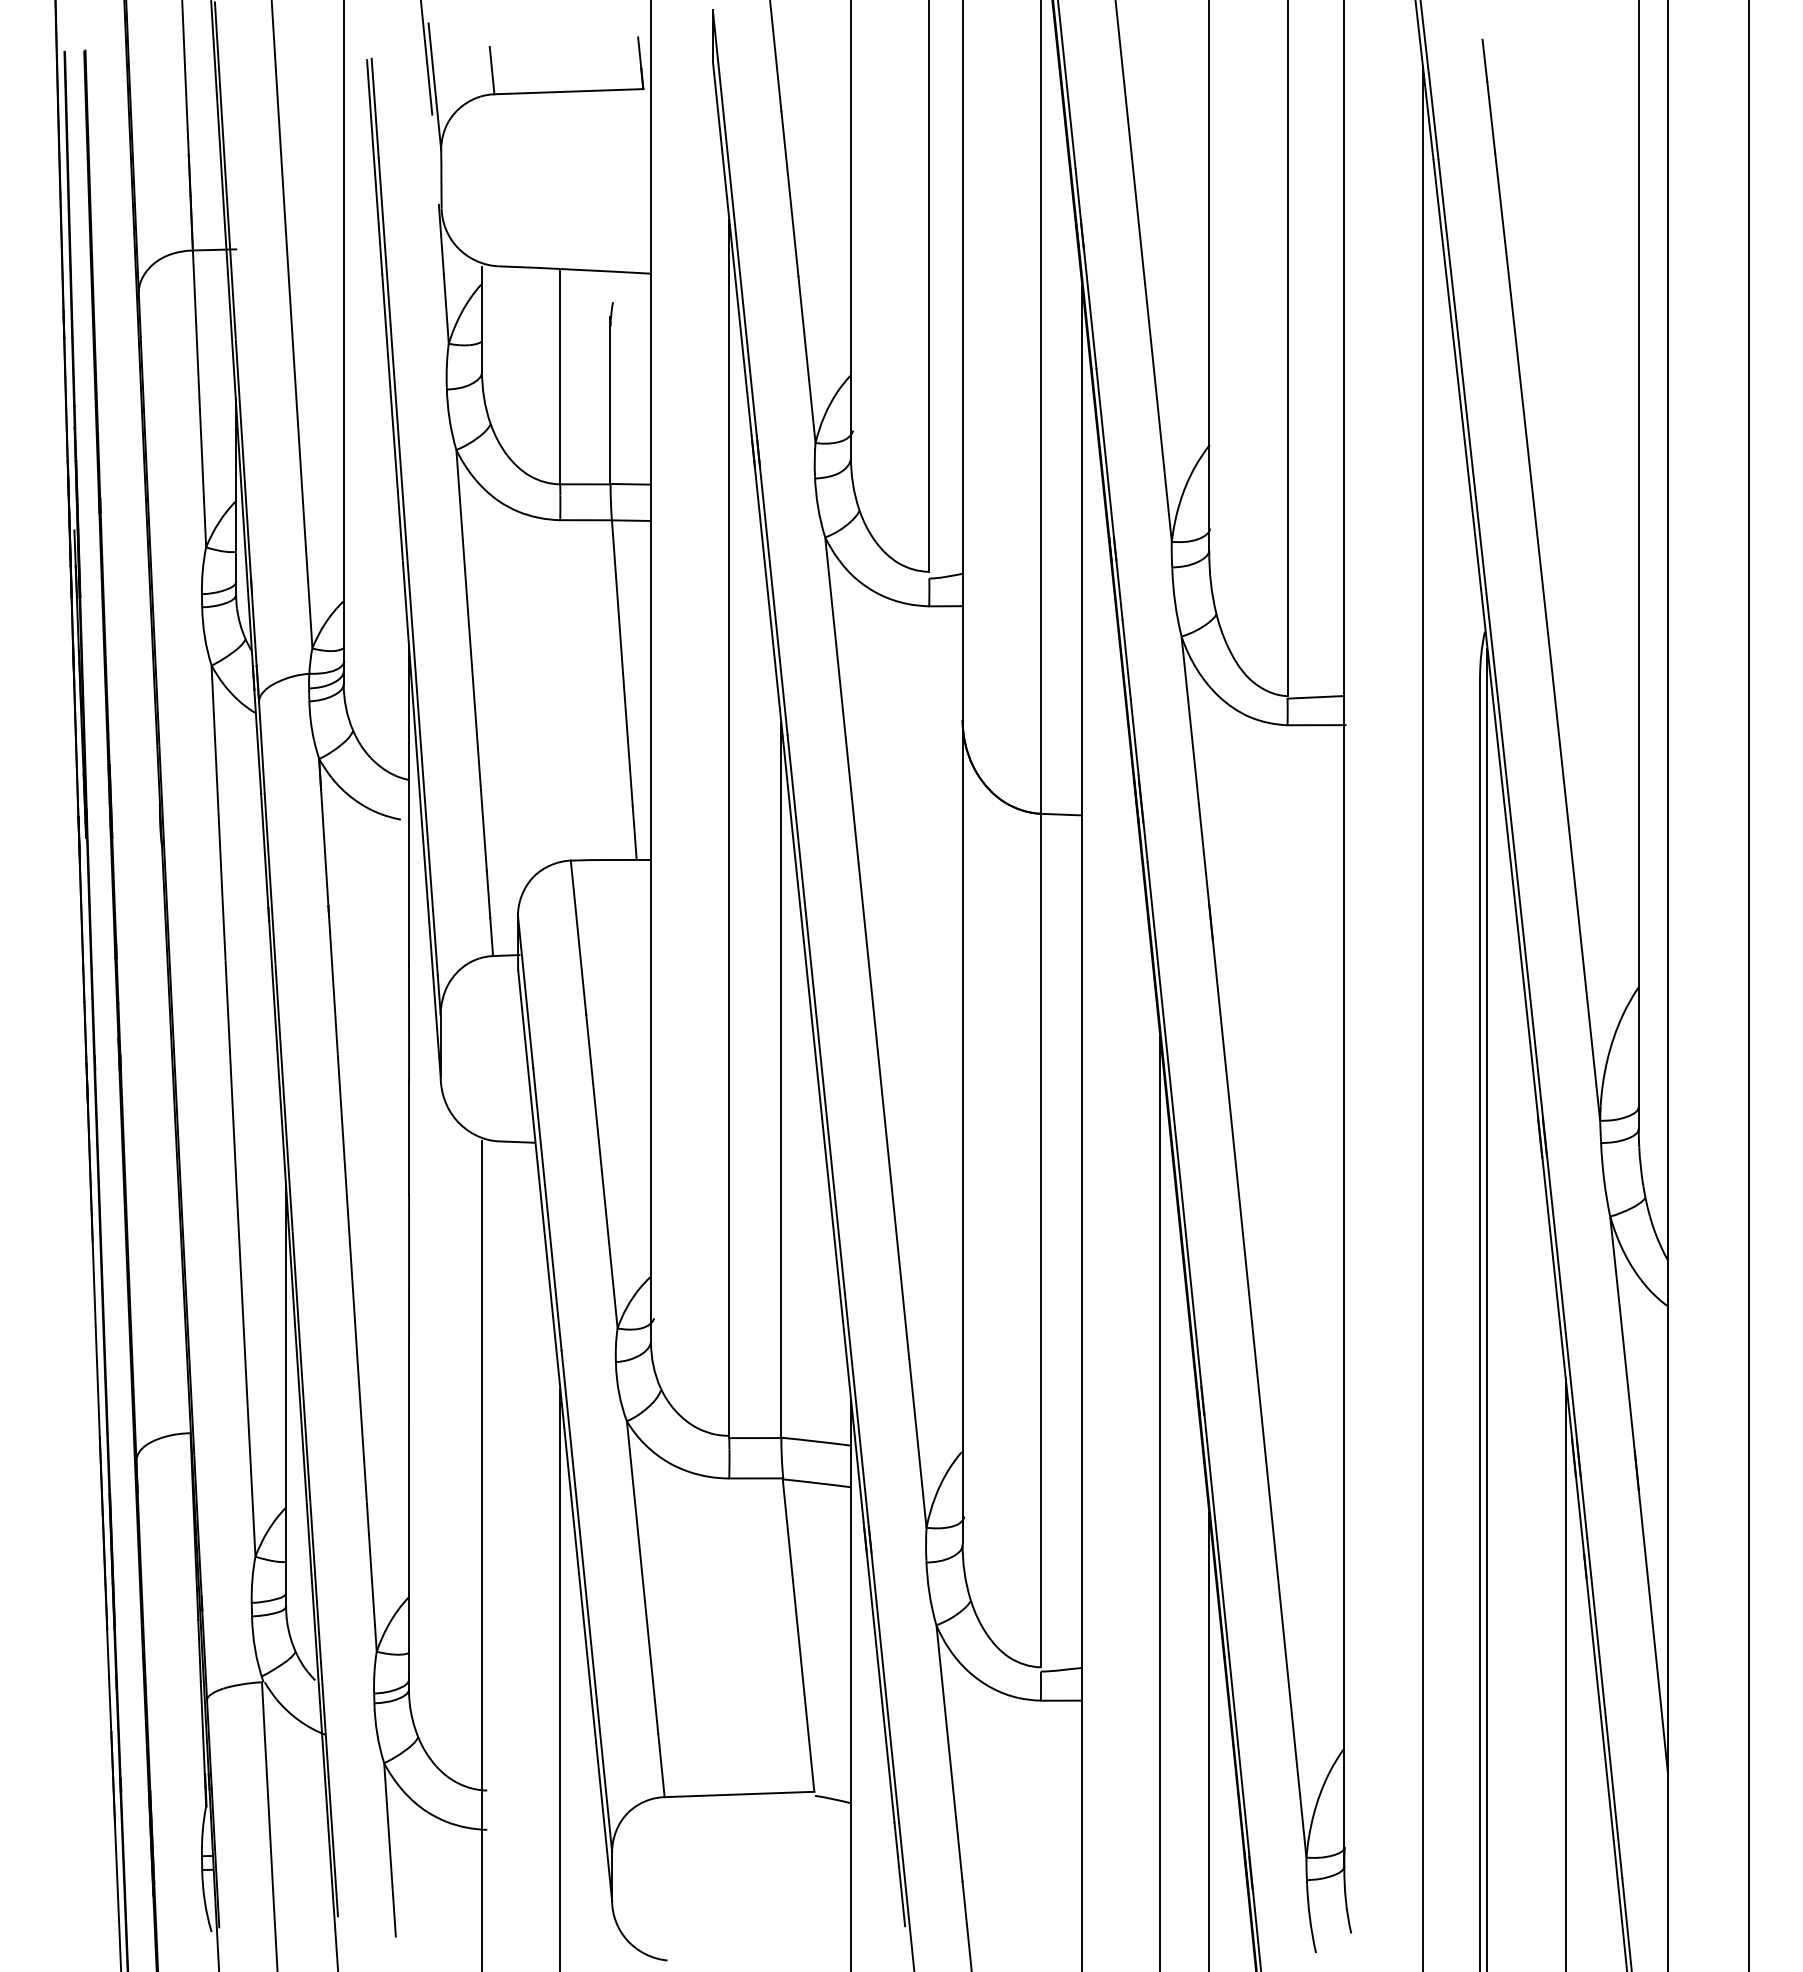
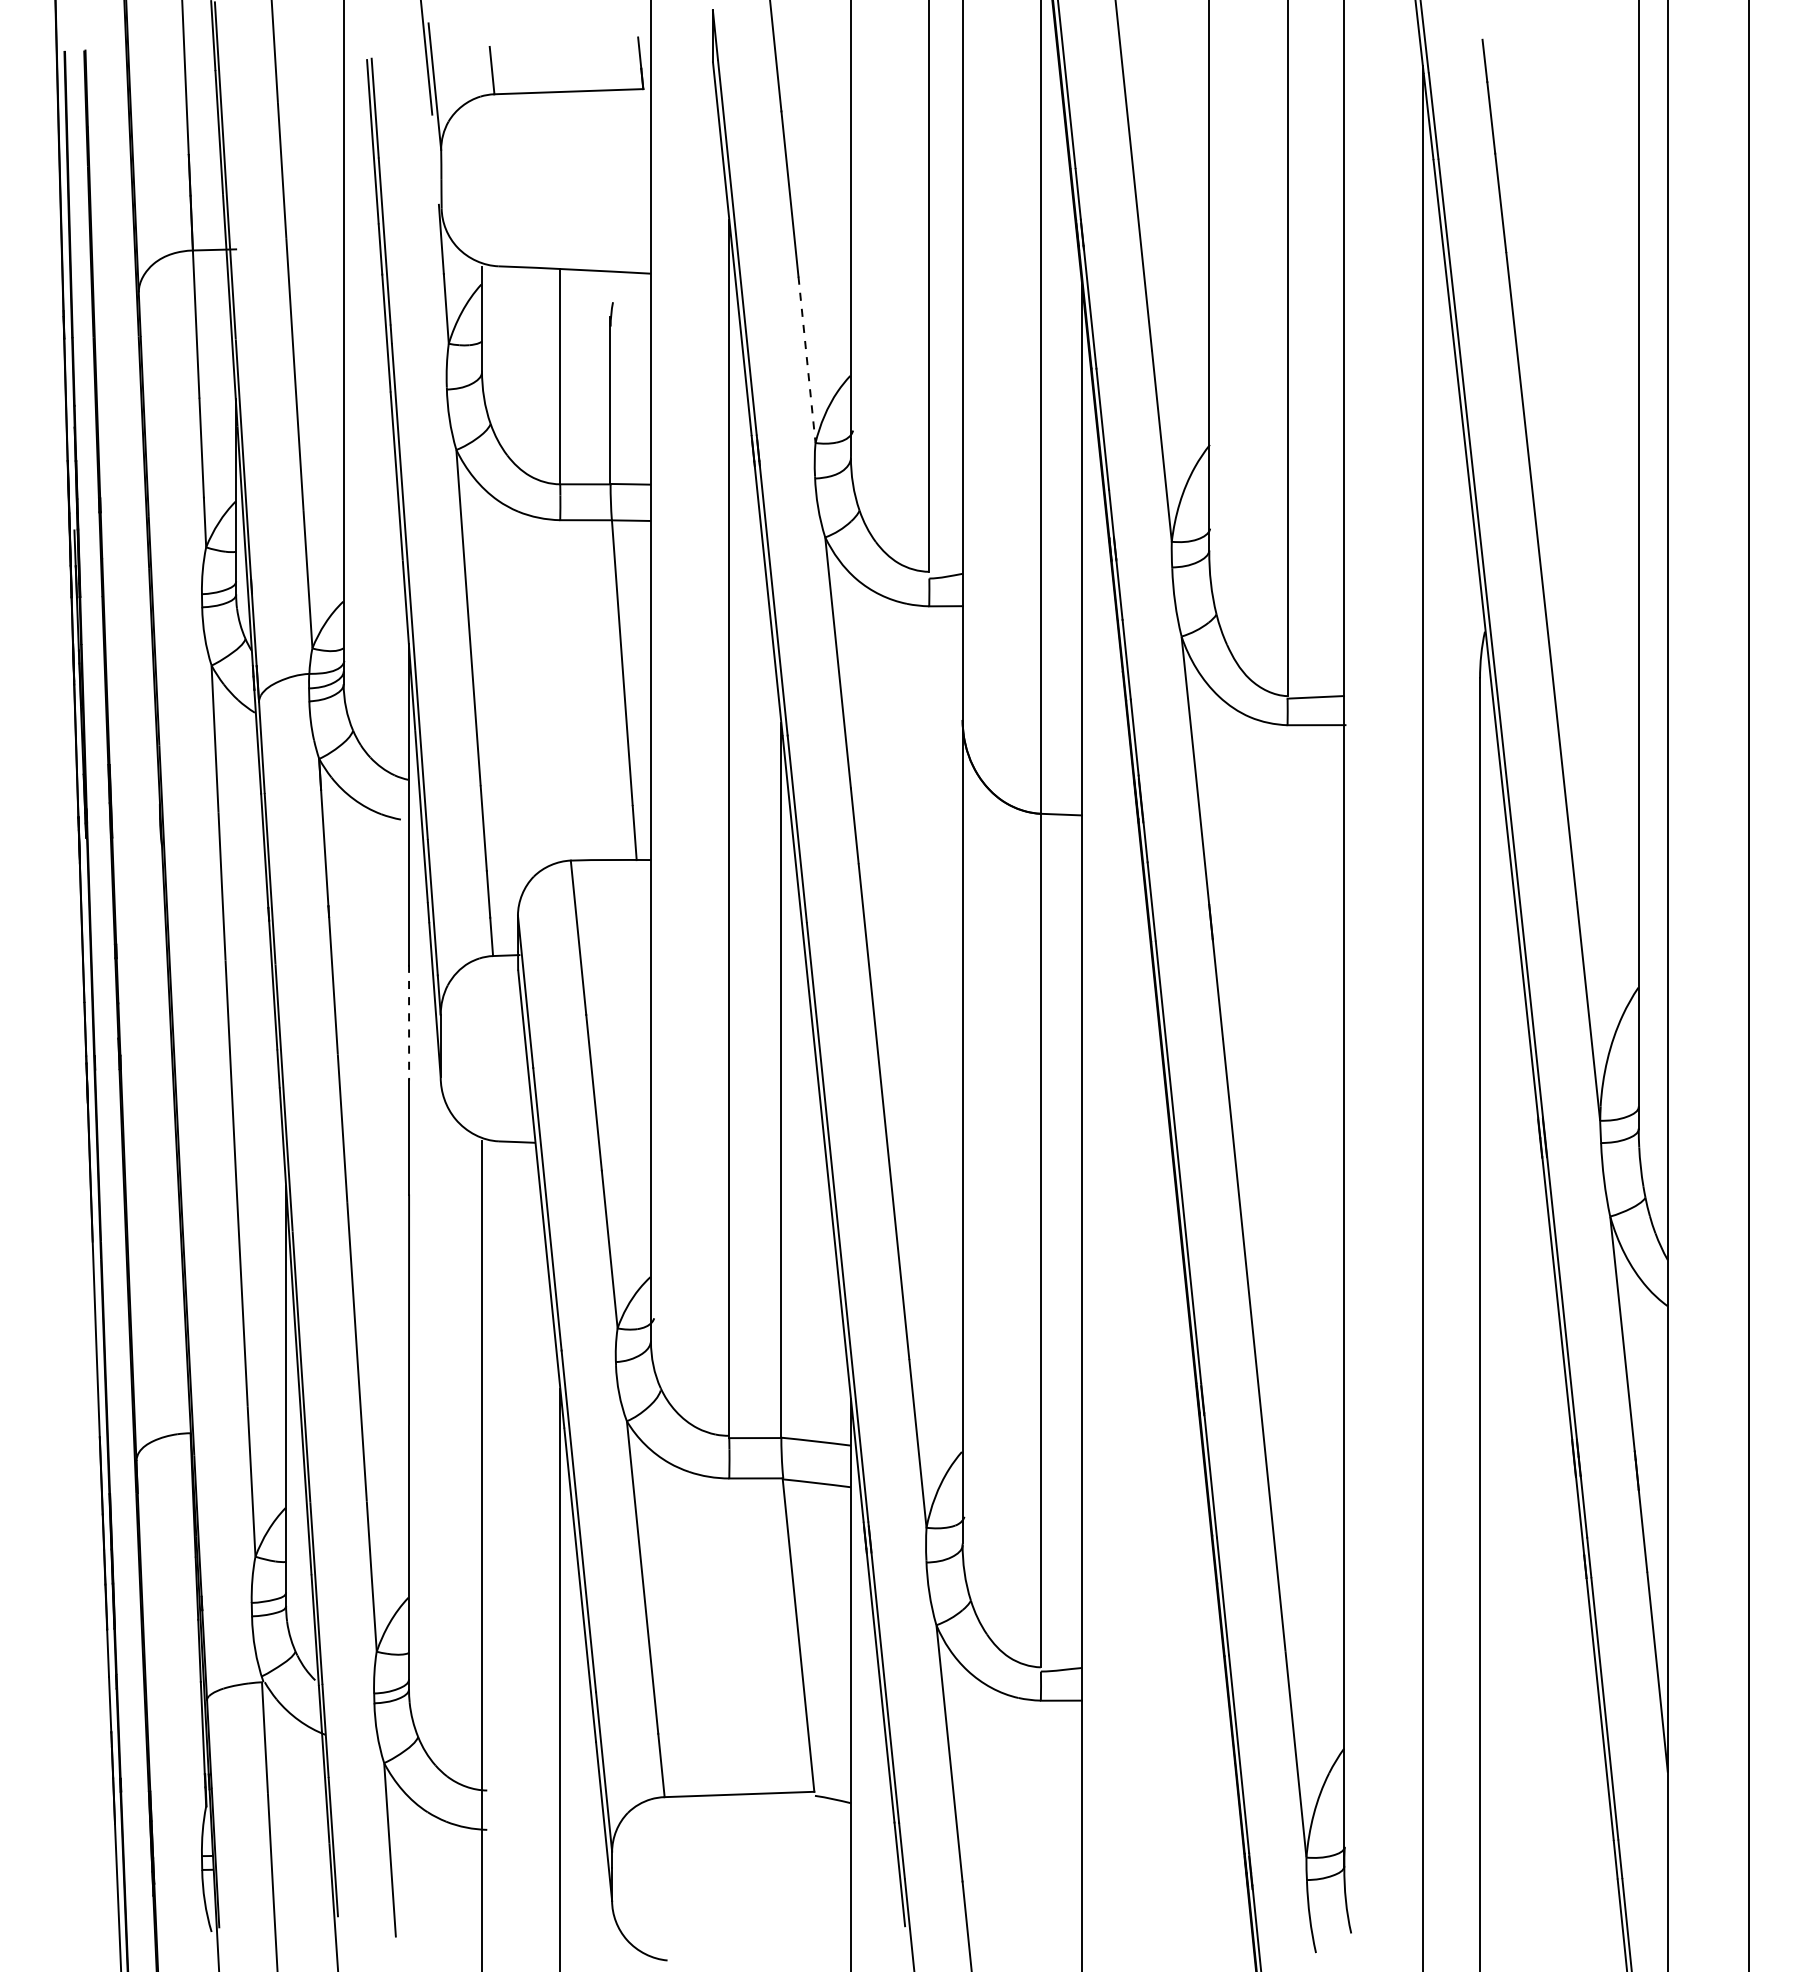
line at (807, 359): solid -> dashed
line at (409, 1022): solid -> dashed
line at (1487, 1308): present -> none
line at (1160, 1502): present -> none
line at (1565, 1673): present -> none
line at (1209, 1740): present -> none
